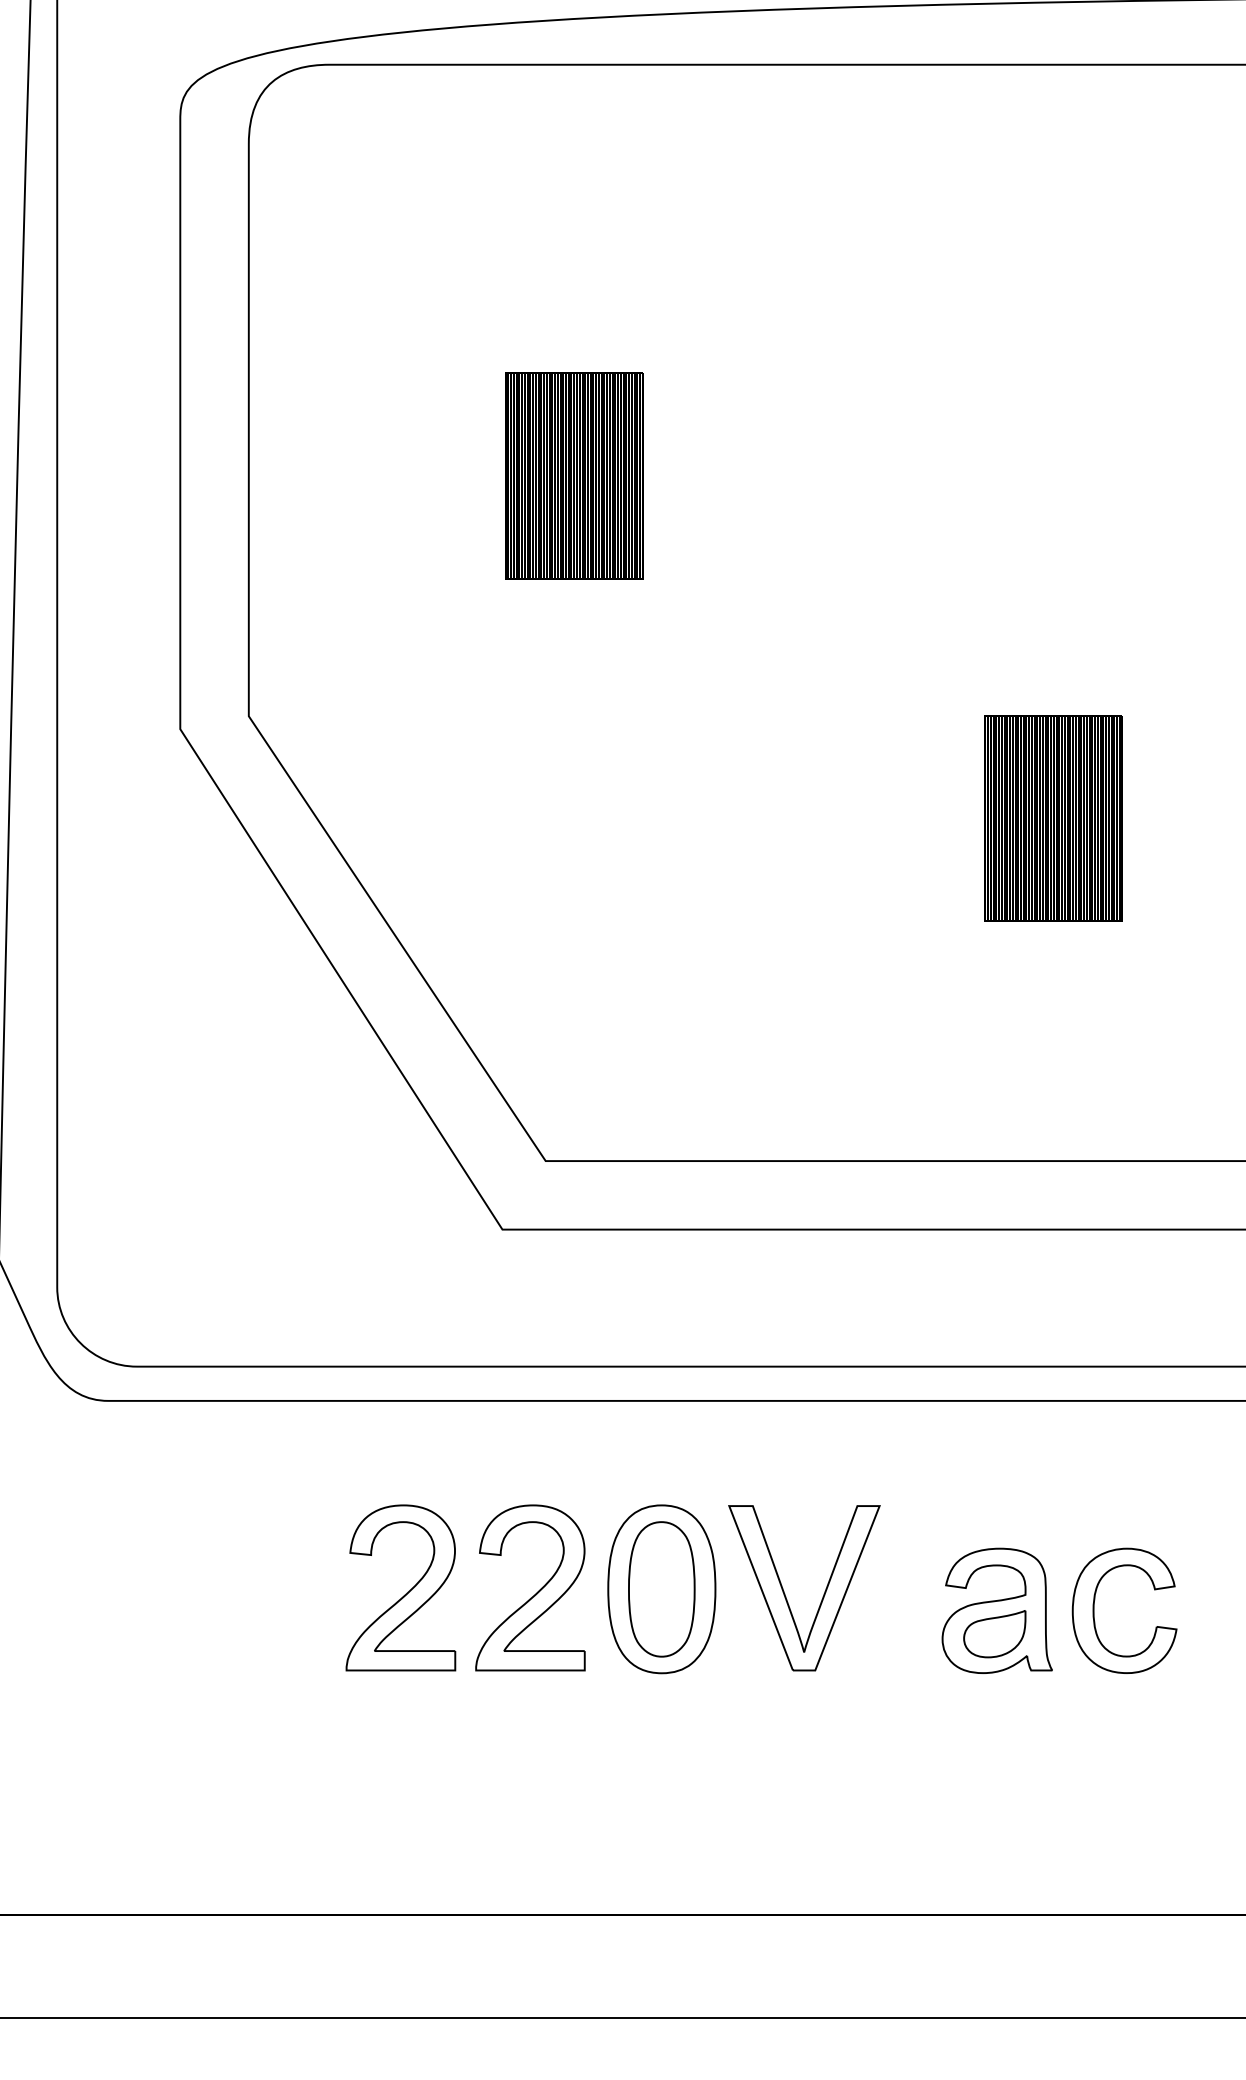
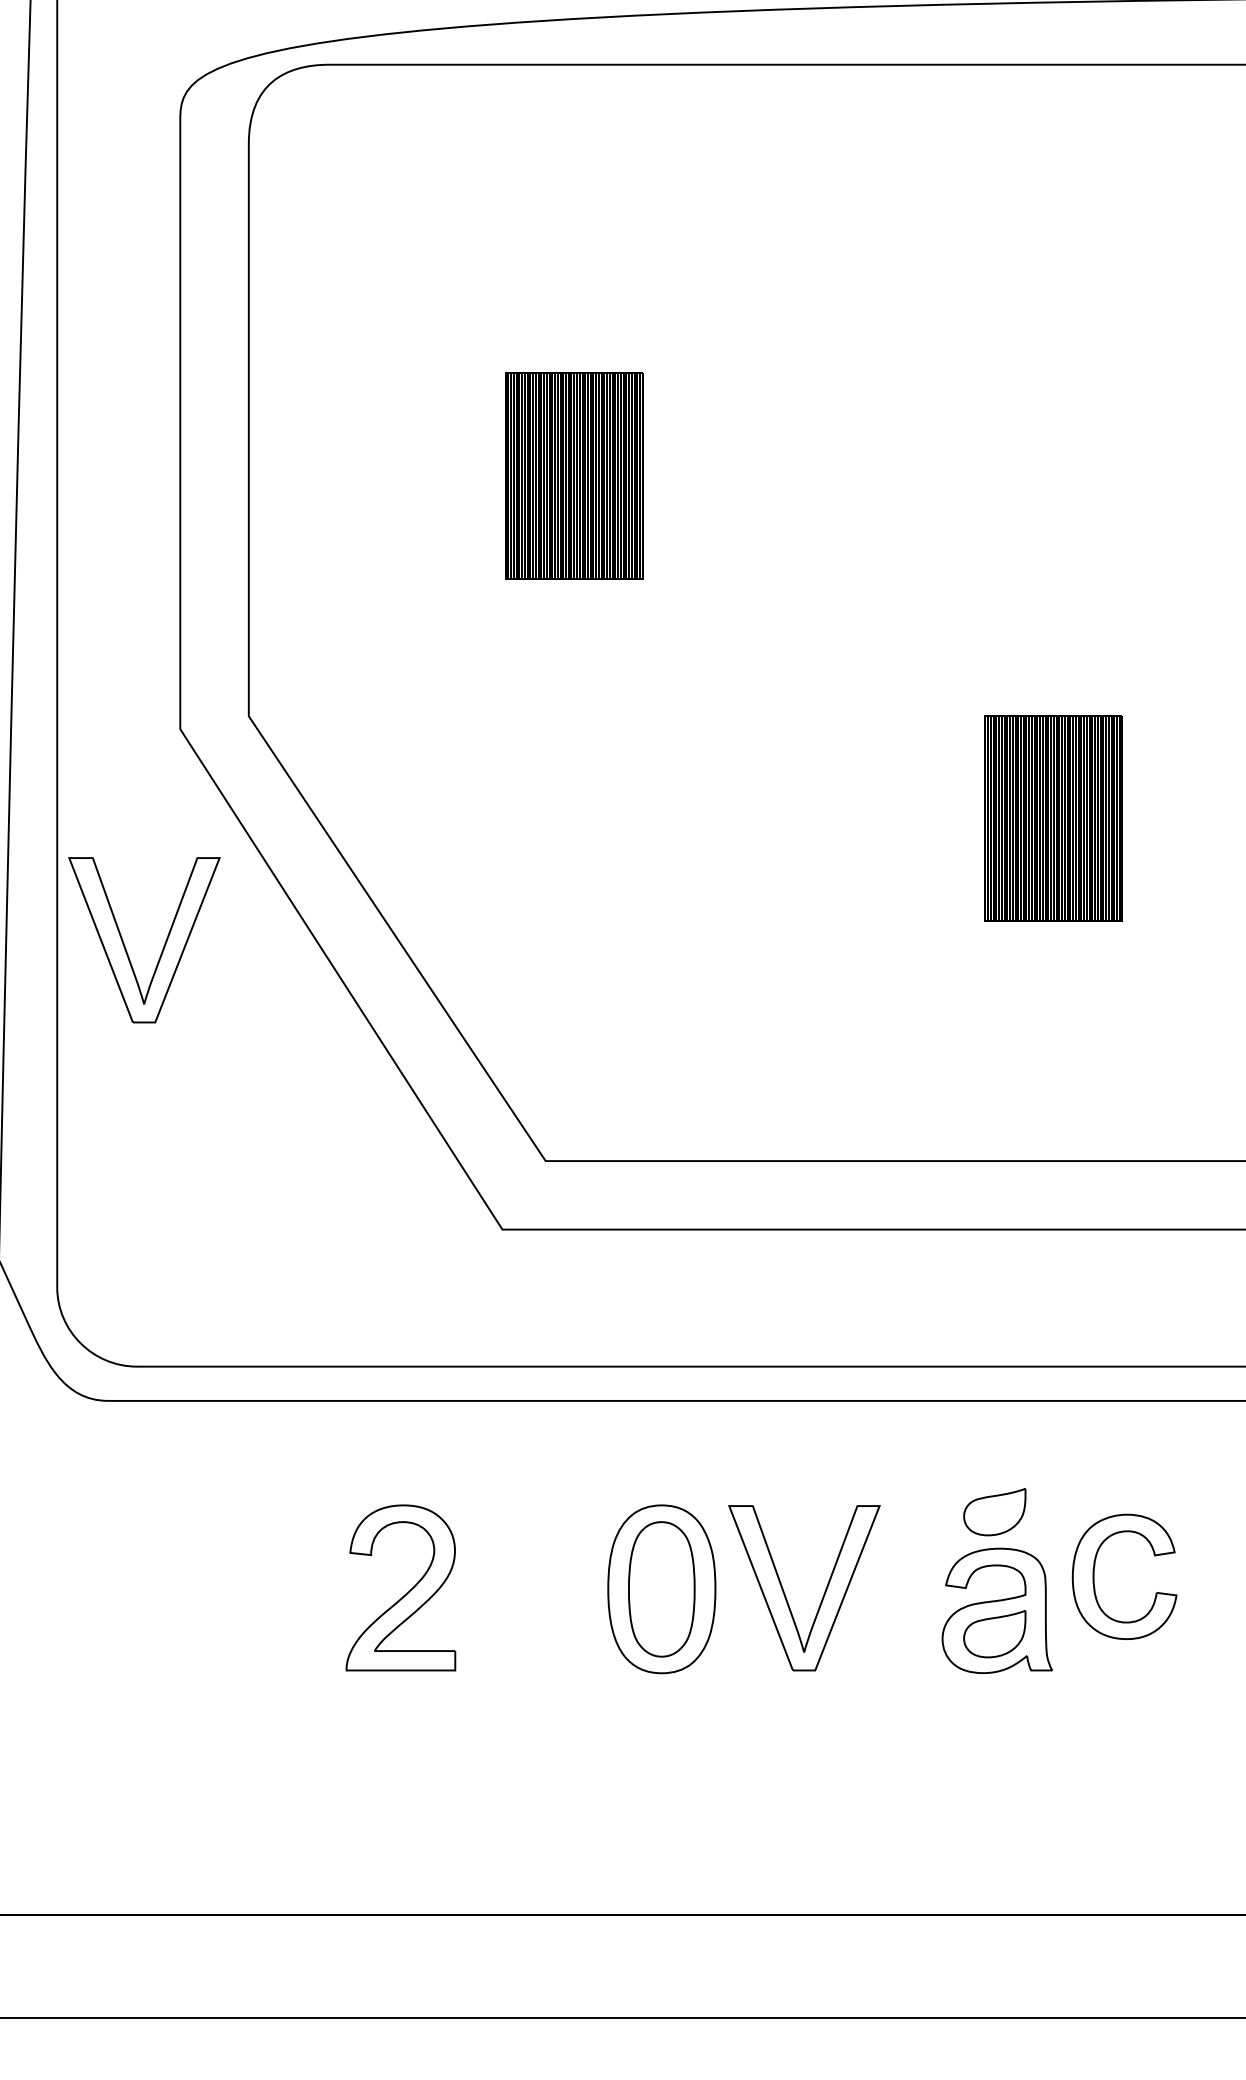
part at (125, 945): none -> present
part at (994, 1512): none -> present
part at (536, 1592): present -> none
part at (1094, 1610) position: (1094, 1610) -> (1094, 1576)
